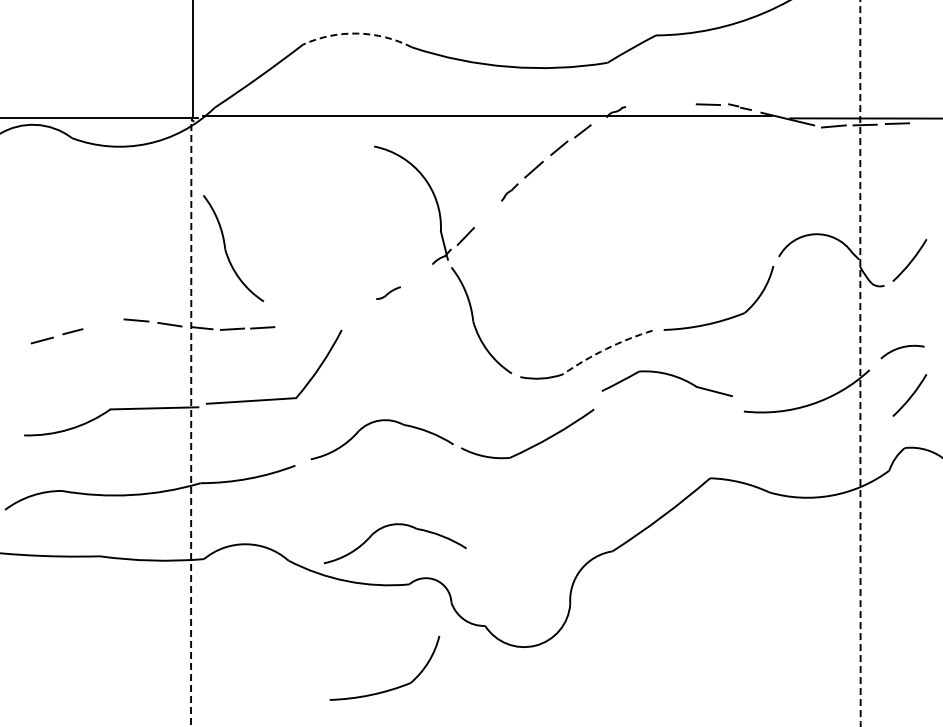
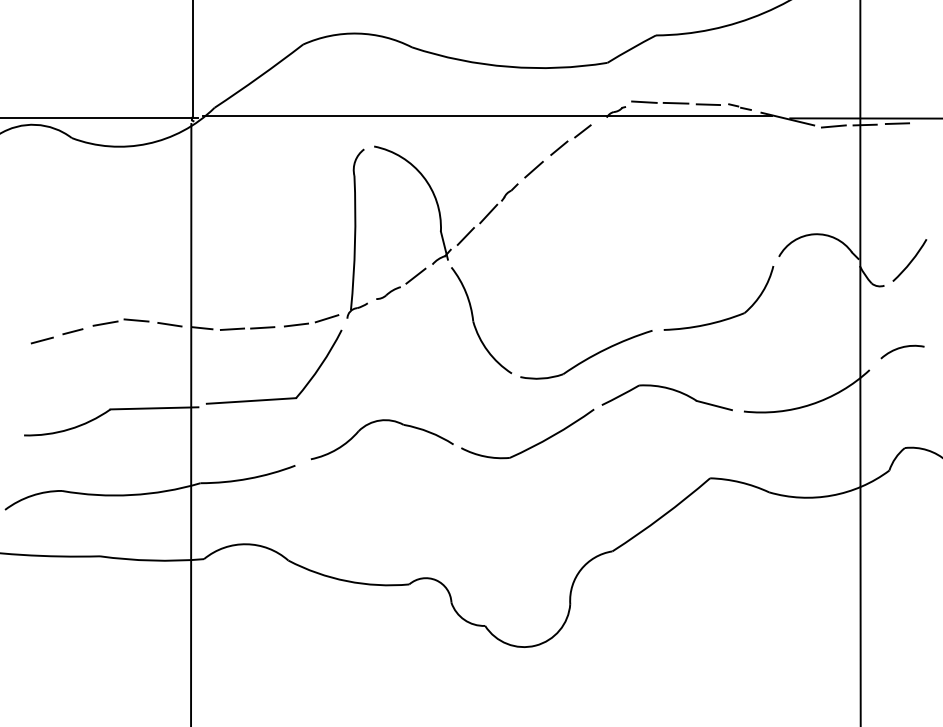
arc at (357, 33): dashed -> solid
line at (644, 101): none -> present
line at (675, 102): none -> present
line at (488, 213): none -> present
part at (354, 237): none -> present
part at (226, 249): present -> none
line at (415, 275): none -> present
line at (105, 323): none -> present
arc at (606, 349): dashed -> solid
arc at (860, 363): dashed -> solid
part at (667, 375) position: (667, 375) -> (667, 389)
arc at (910, 395): present -> none
line at (191, 425): dashed -> solid
part at (389, 526): present -> none
part at (391, 688): present -> none
